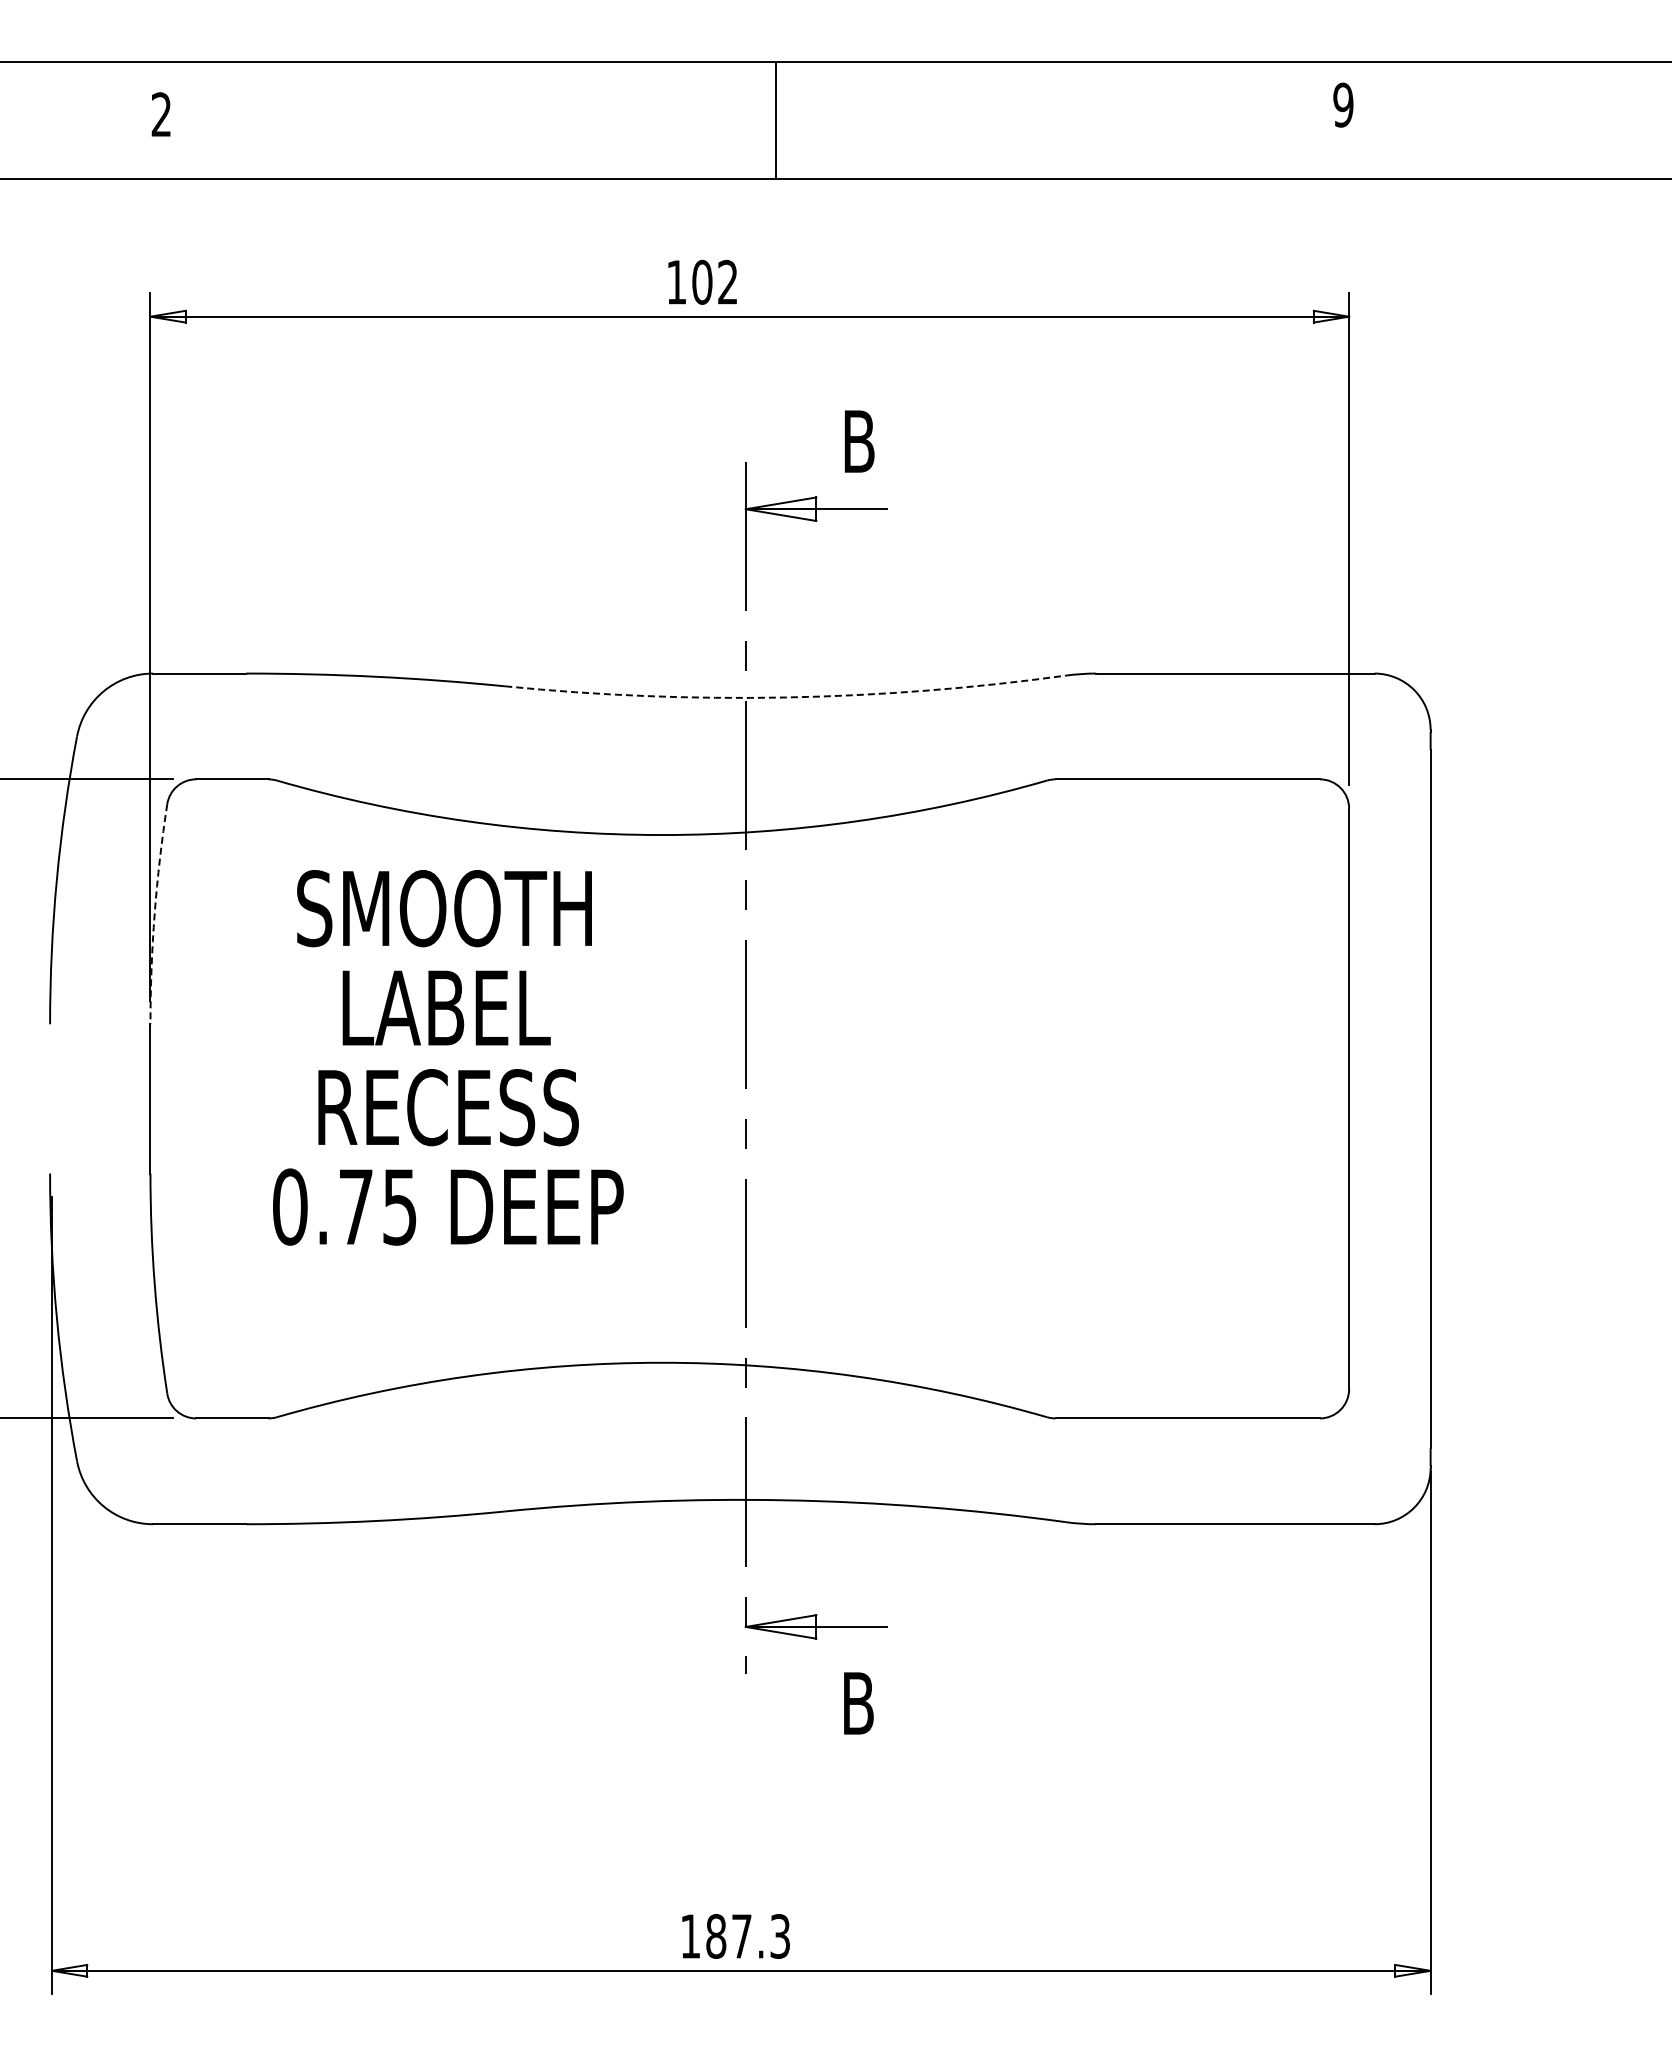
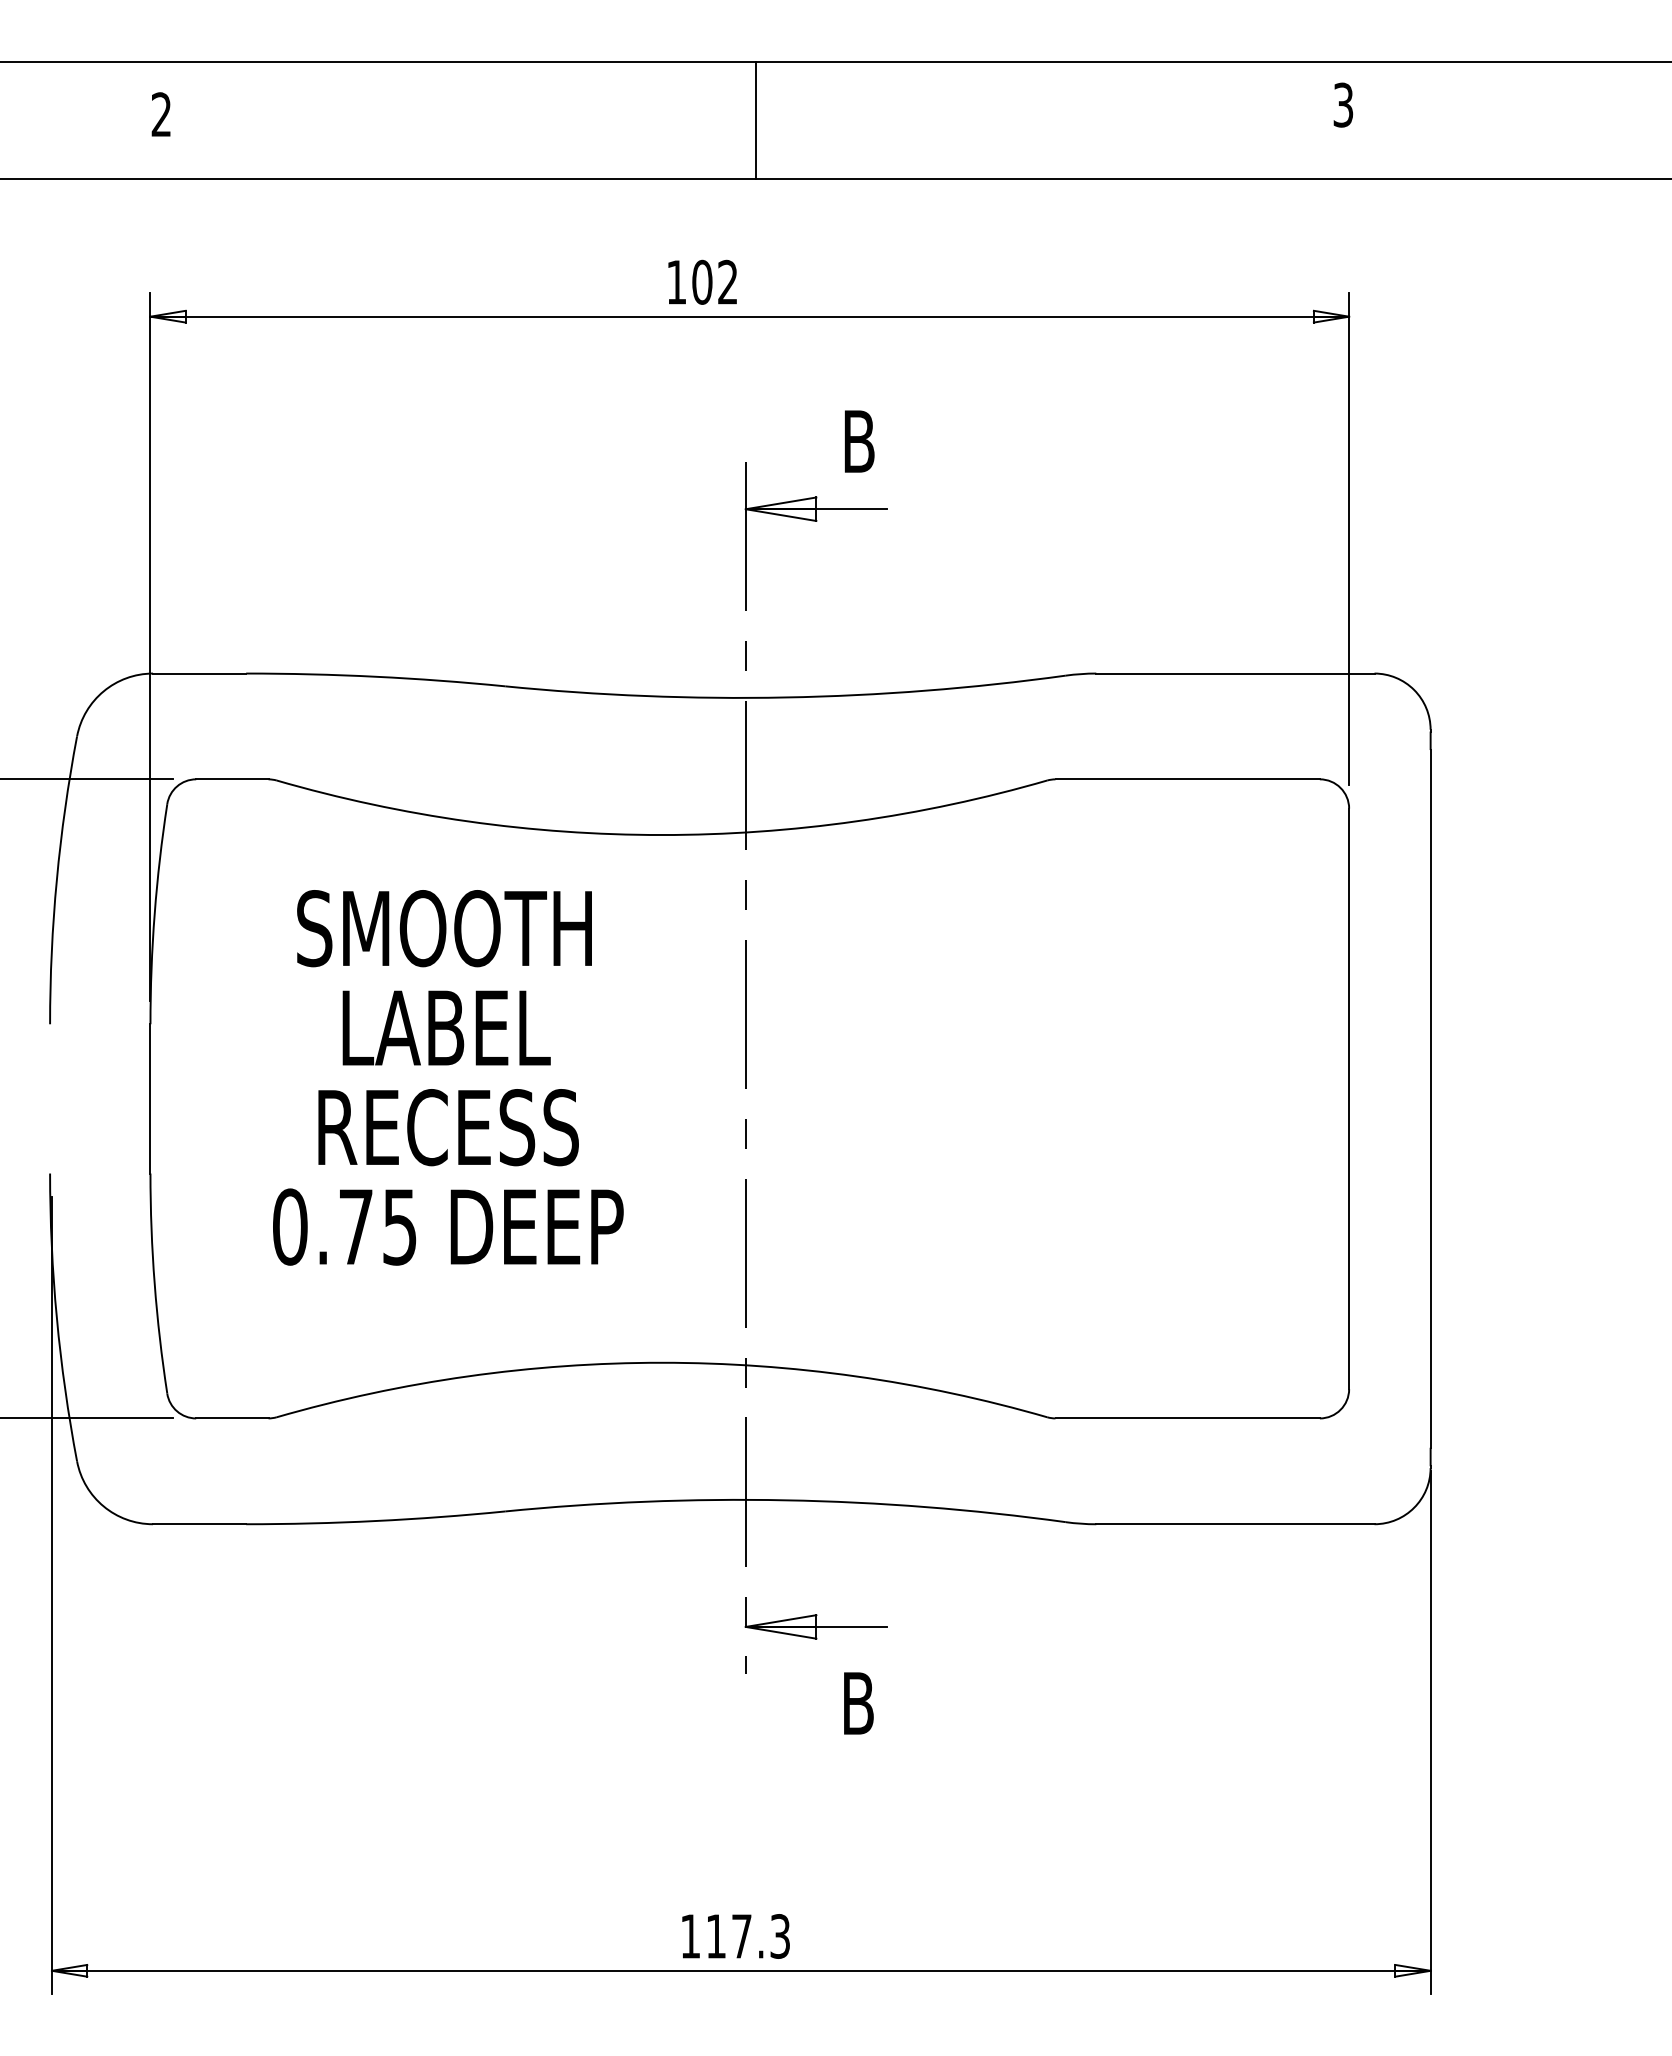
text at (1343, 104): 9 -> 3
line at (775, 120) position: (775, 120) -> (755, 120)
arc at (785, 697): dashed -> solid
arc at (154, 913): dashed -> solid
text at (448, 1057) position: (448, 1057) -> (448, 1077)
text at (716, 1936): 187.3 -> 117.3
